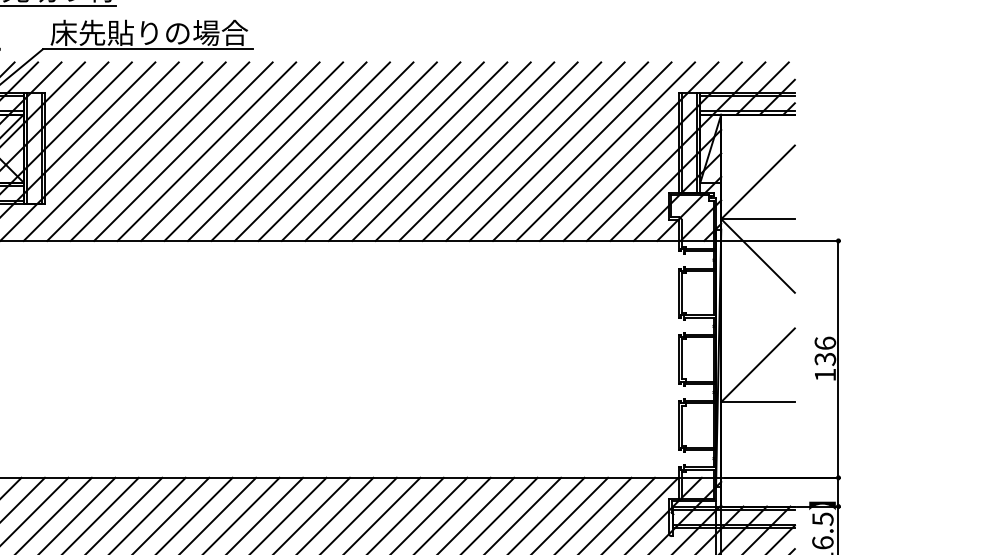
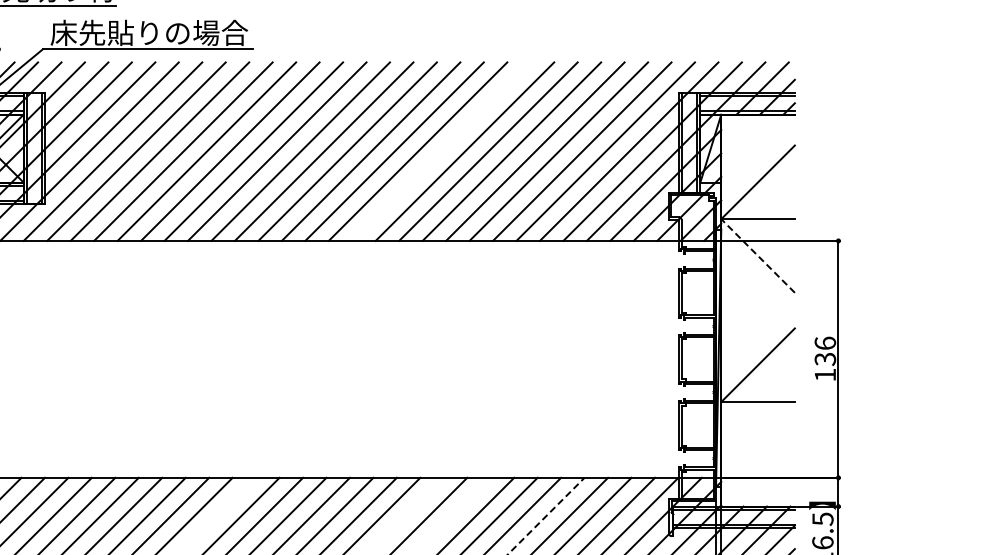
line at (441, 151): present -> none
line at (757, 255): solid -> dashed
line at (219, 514): present -> none
line at (406, 514): present -> none
line at (453, 514): present -> none
line at (546, 515): solid -> dashed
